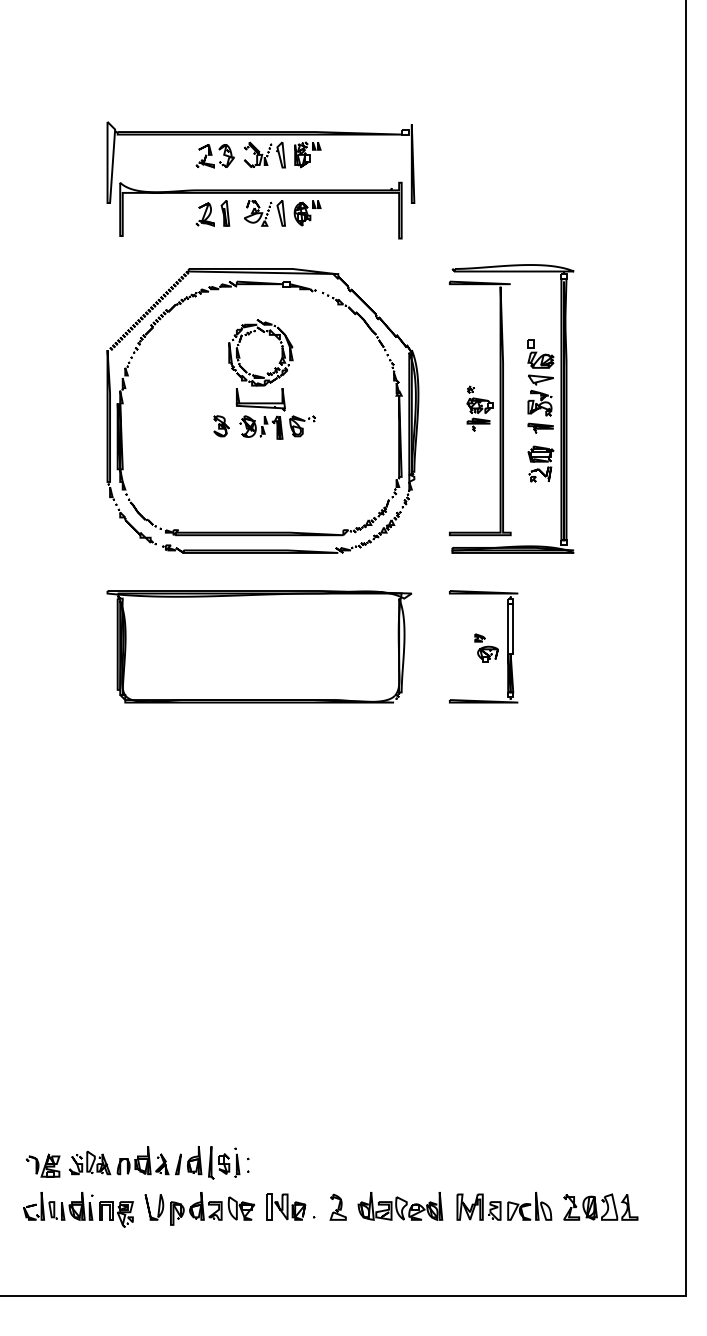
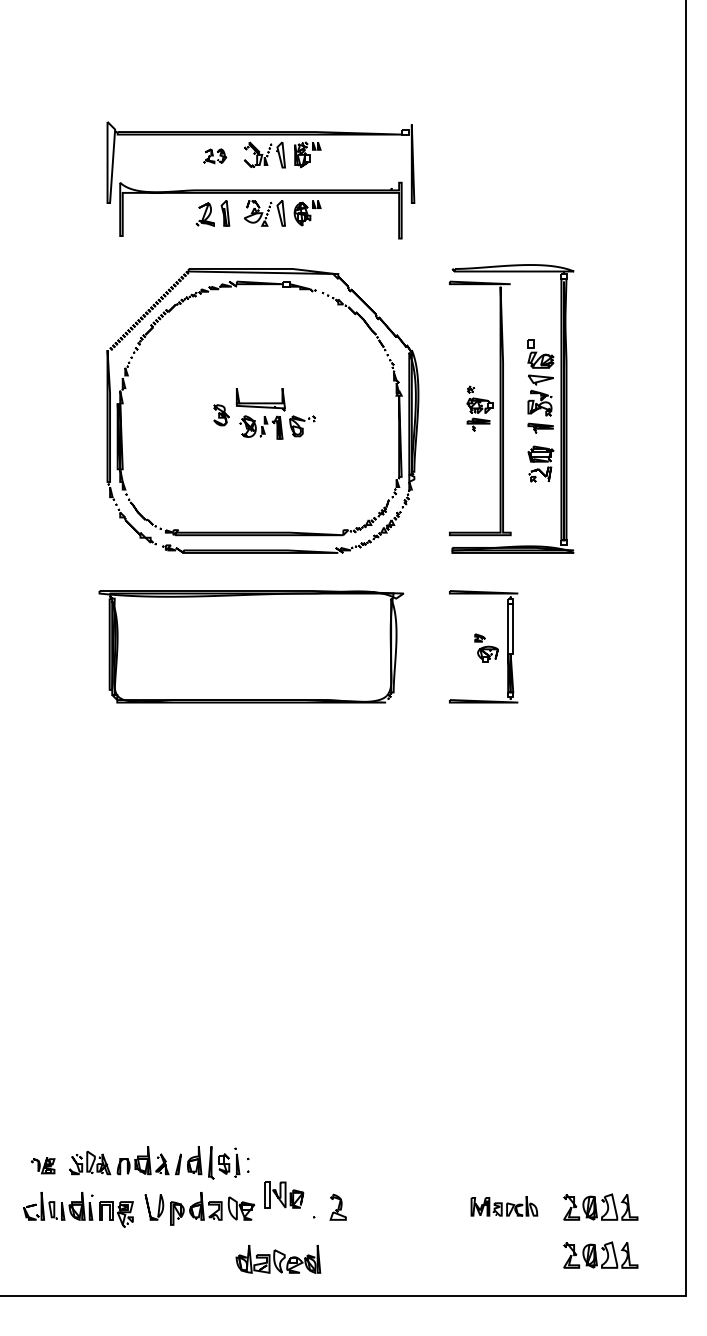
part at (214, 156) size: 40x25 px -> 25x17 px
part at (269, 335): present -> none
part at (221, 426) position: (221, 426) -> (221, 415)
part at (259, 646) position: (259, 646) -> (251, 646)
part at (42, 1165) size: 36x25 px -> 26x18 px
part at (504, 1205) size: 97x30 px -> 69x21 px
part at (286, 1206) position: (286, 1206) -> (284, 1194)
part at (400, 1206) position: (400, 1206) -> (278, 1259)
part at (600, 1254): none -> present
